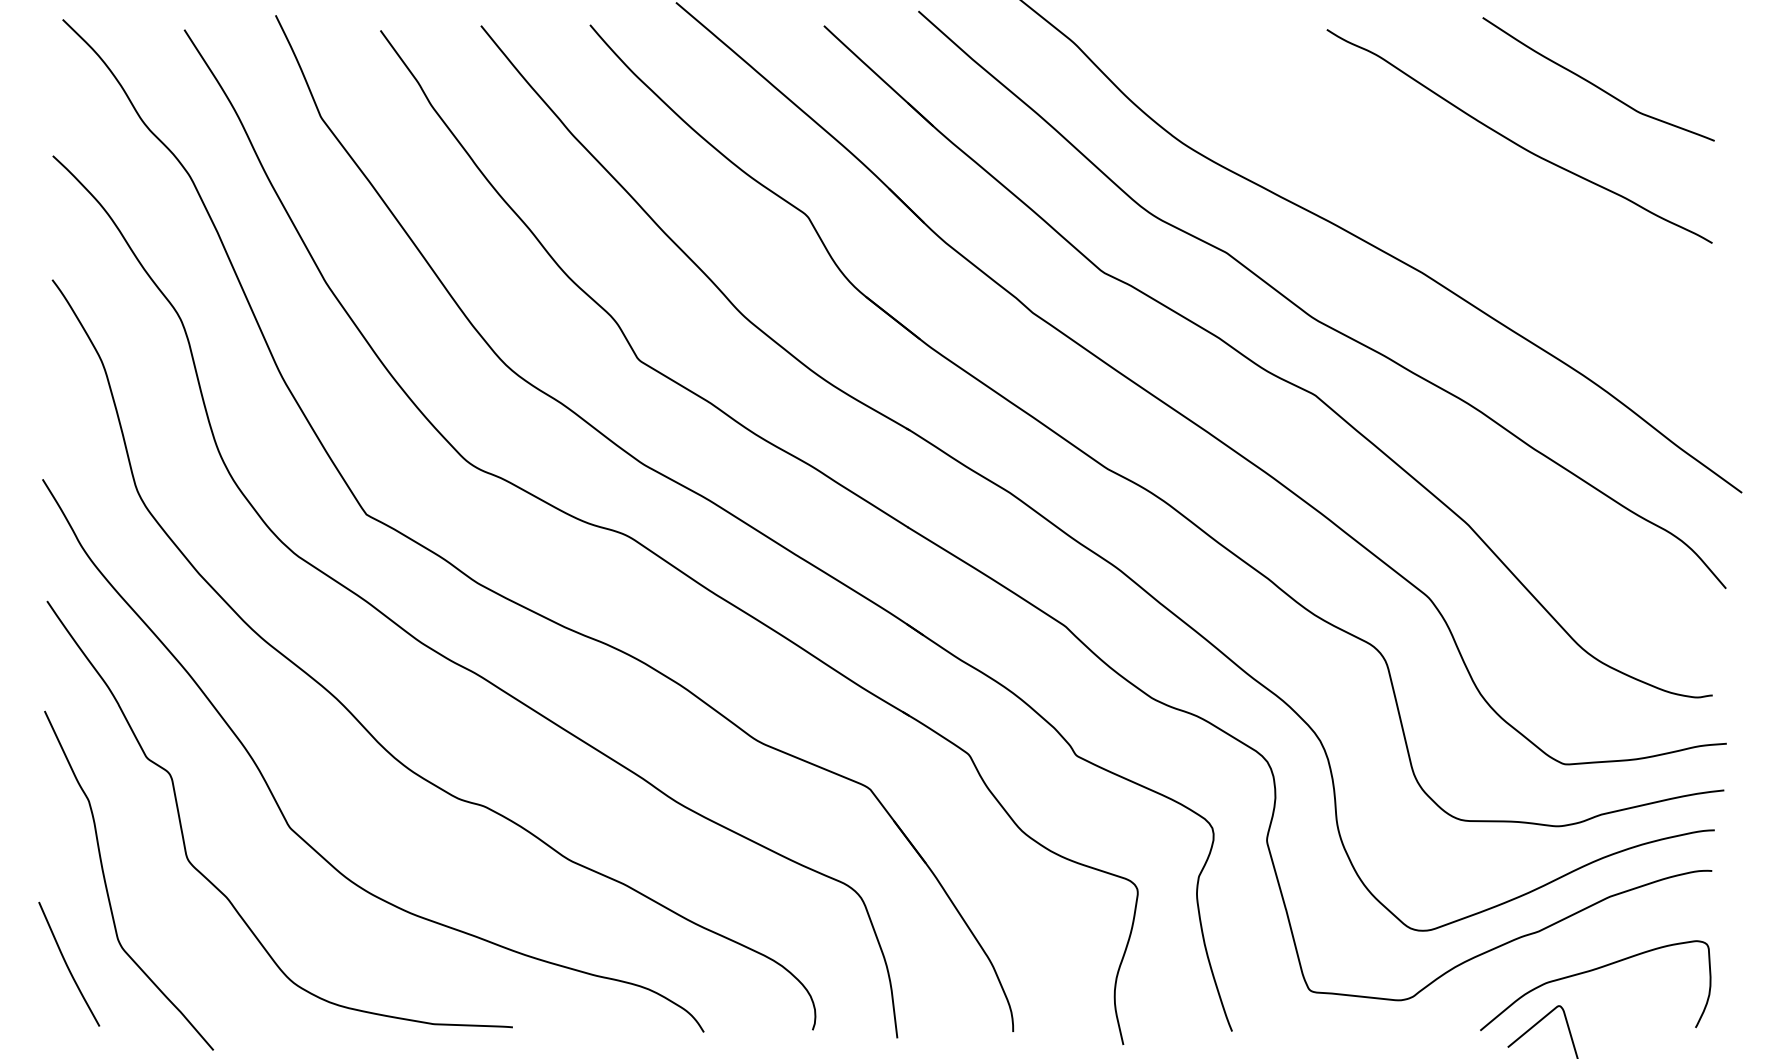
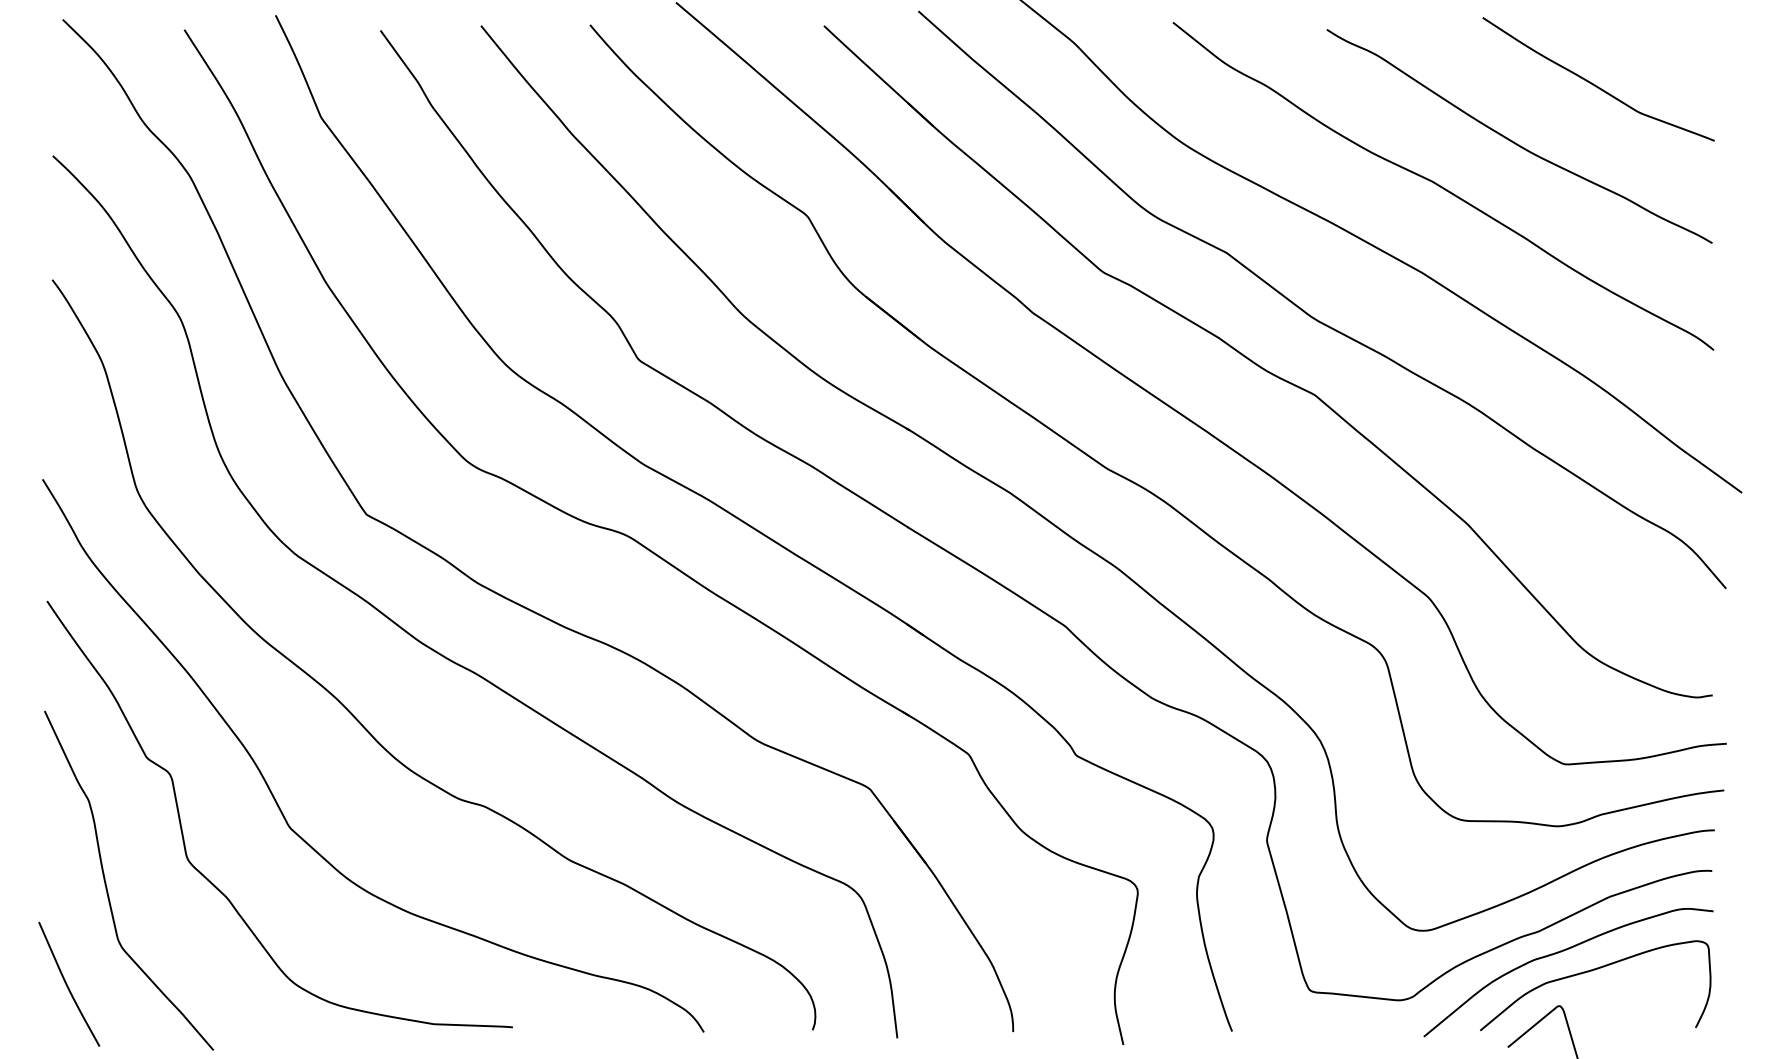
curve at (1442, 186): none -> present
curve at (1561, 952): none -> present
curve at (67, 963) position: (67, 963) -> (67, 983)
